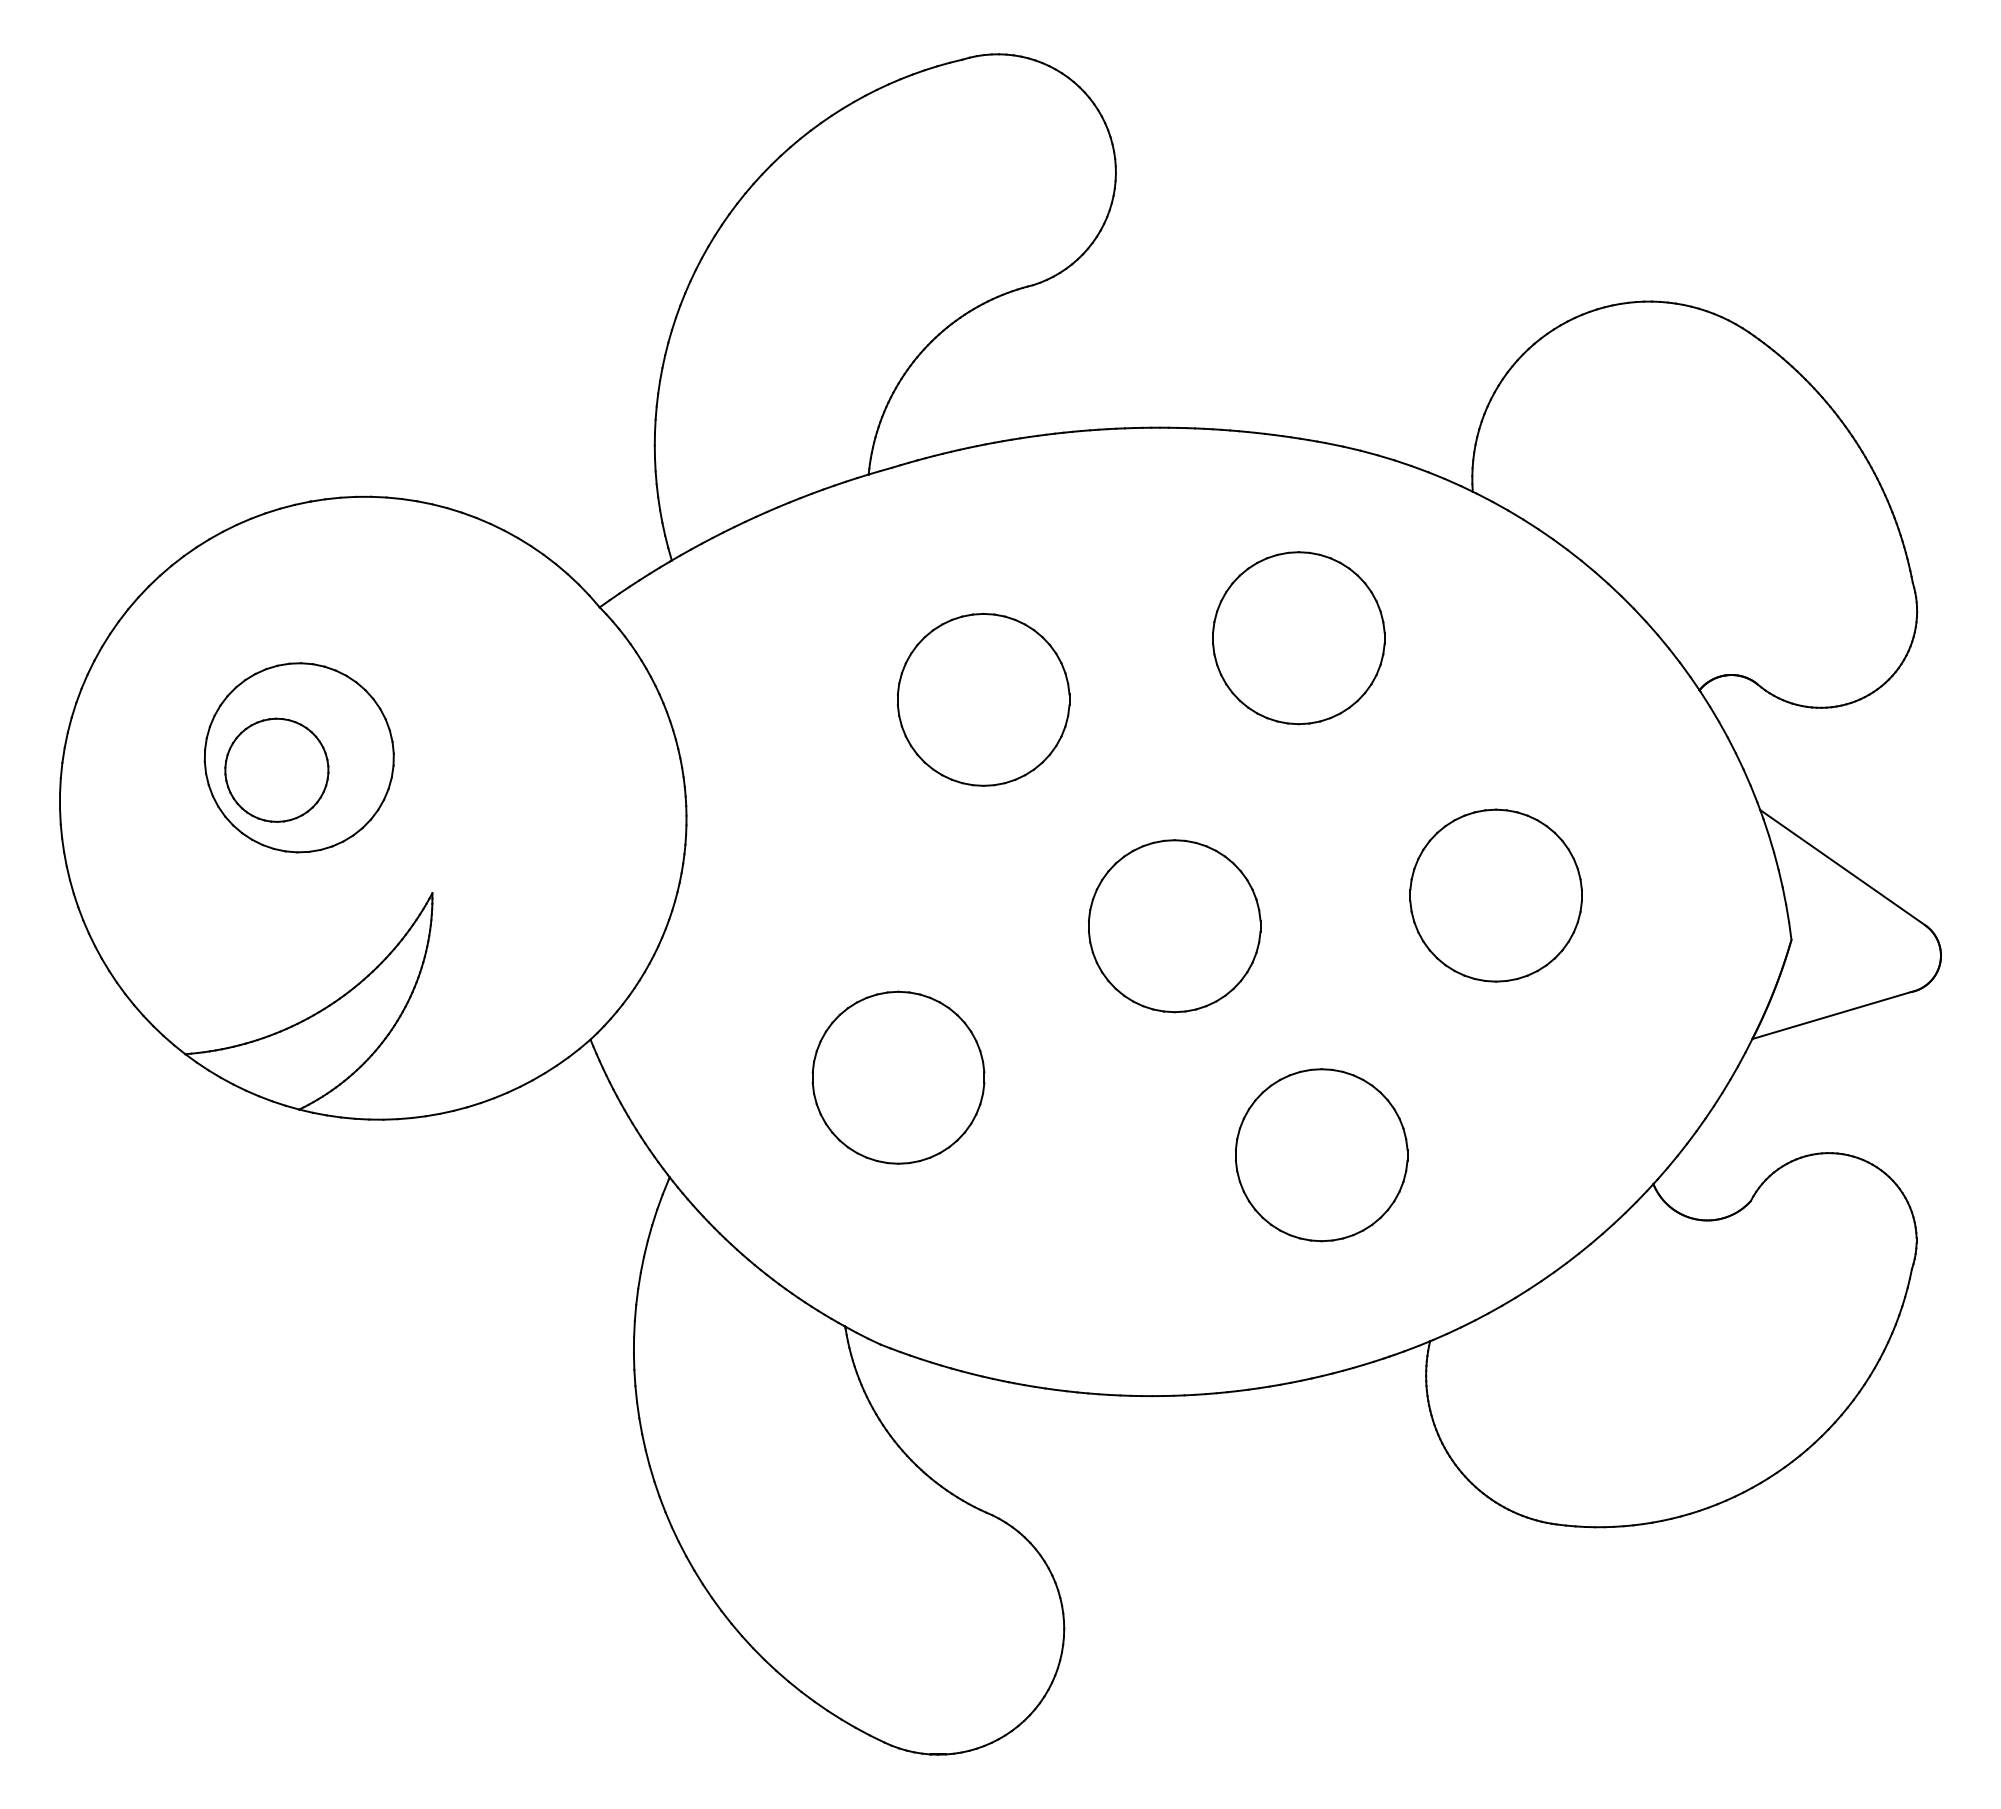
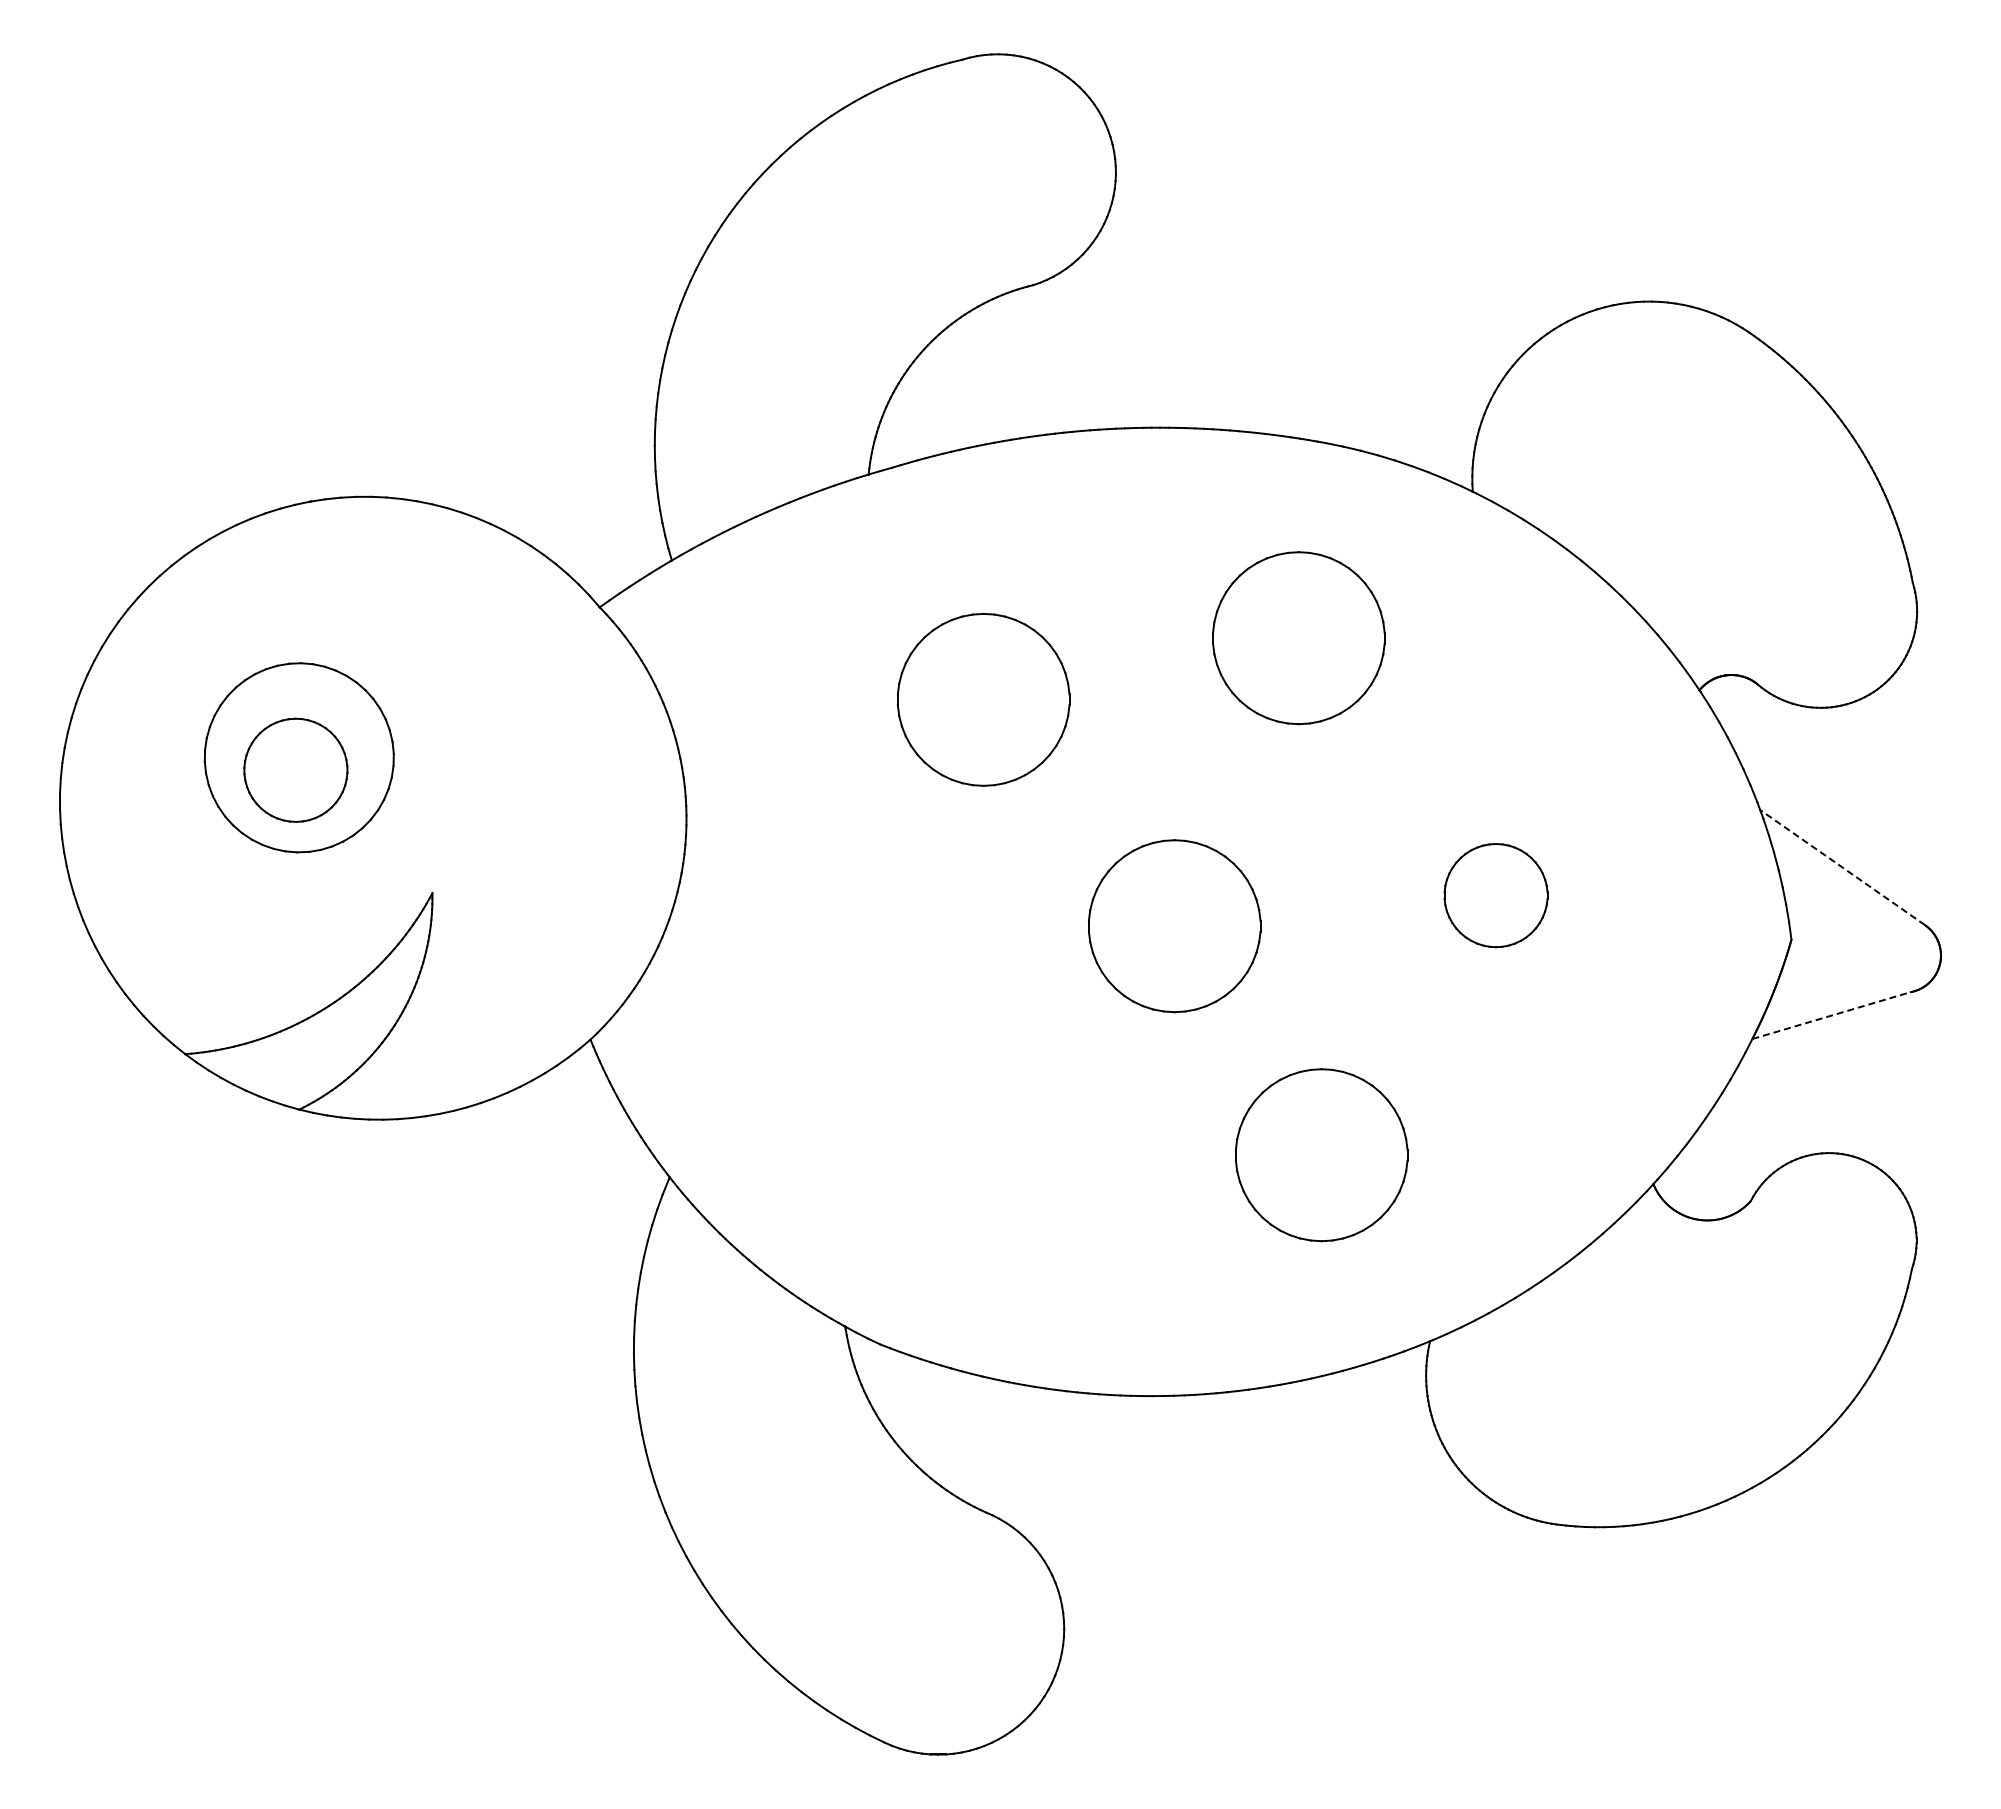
part at (276, 769) position: (276, 769) -> (295, 769)
line at (1842, 867): solid -> dashed
part at (1495, 895) size: 174x175 px -> 106x106 px
line at (1831, 1015): solid -> dashed
part at (898, 1077): present -> none
